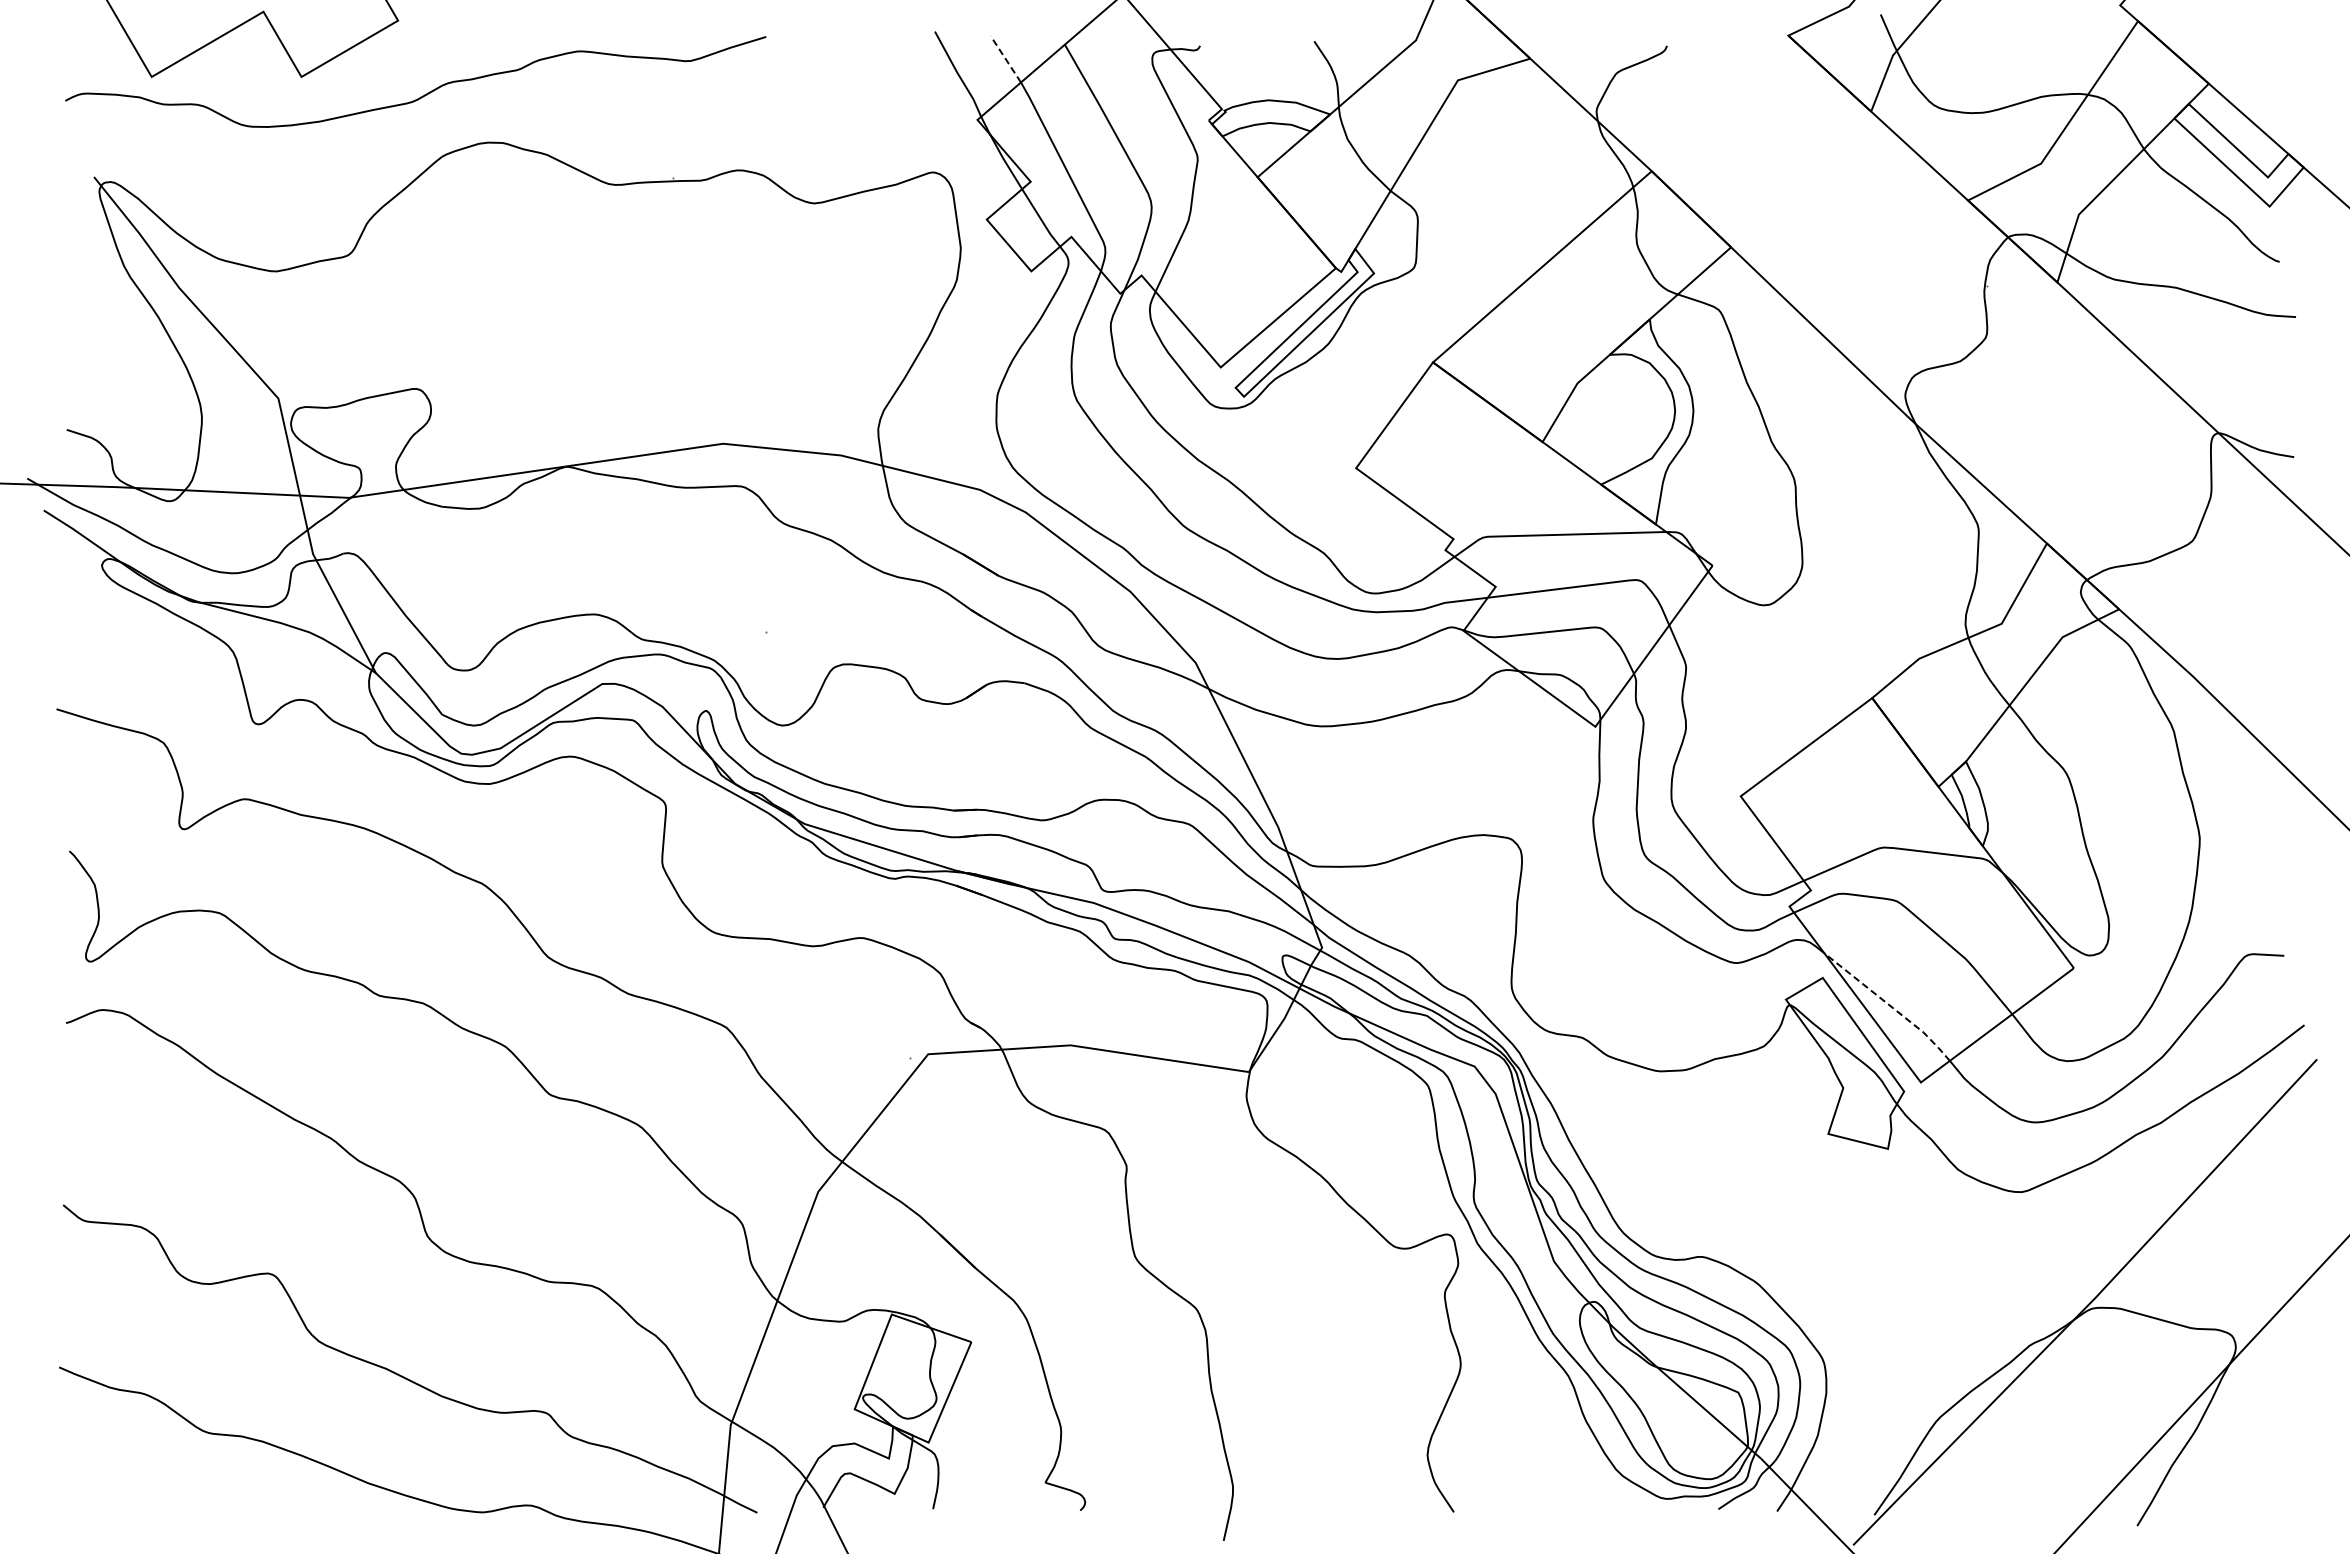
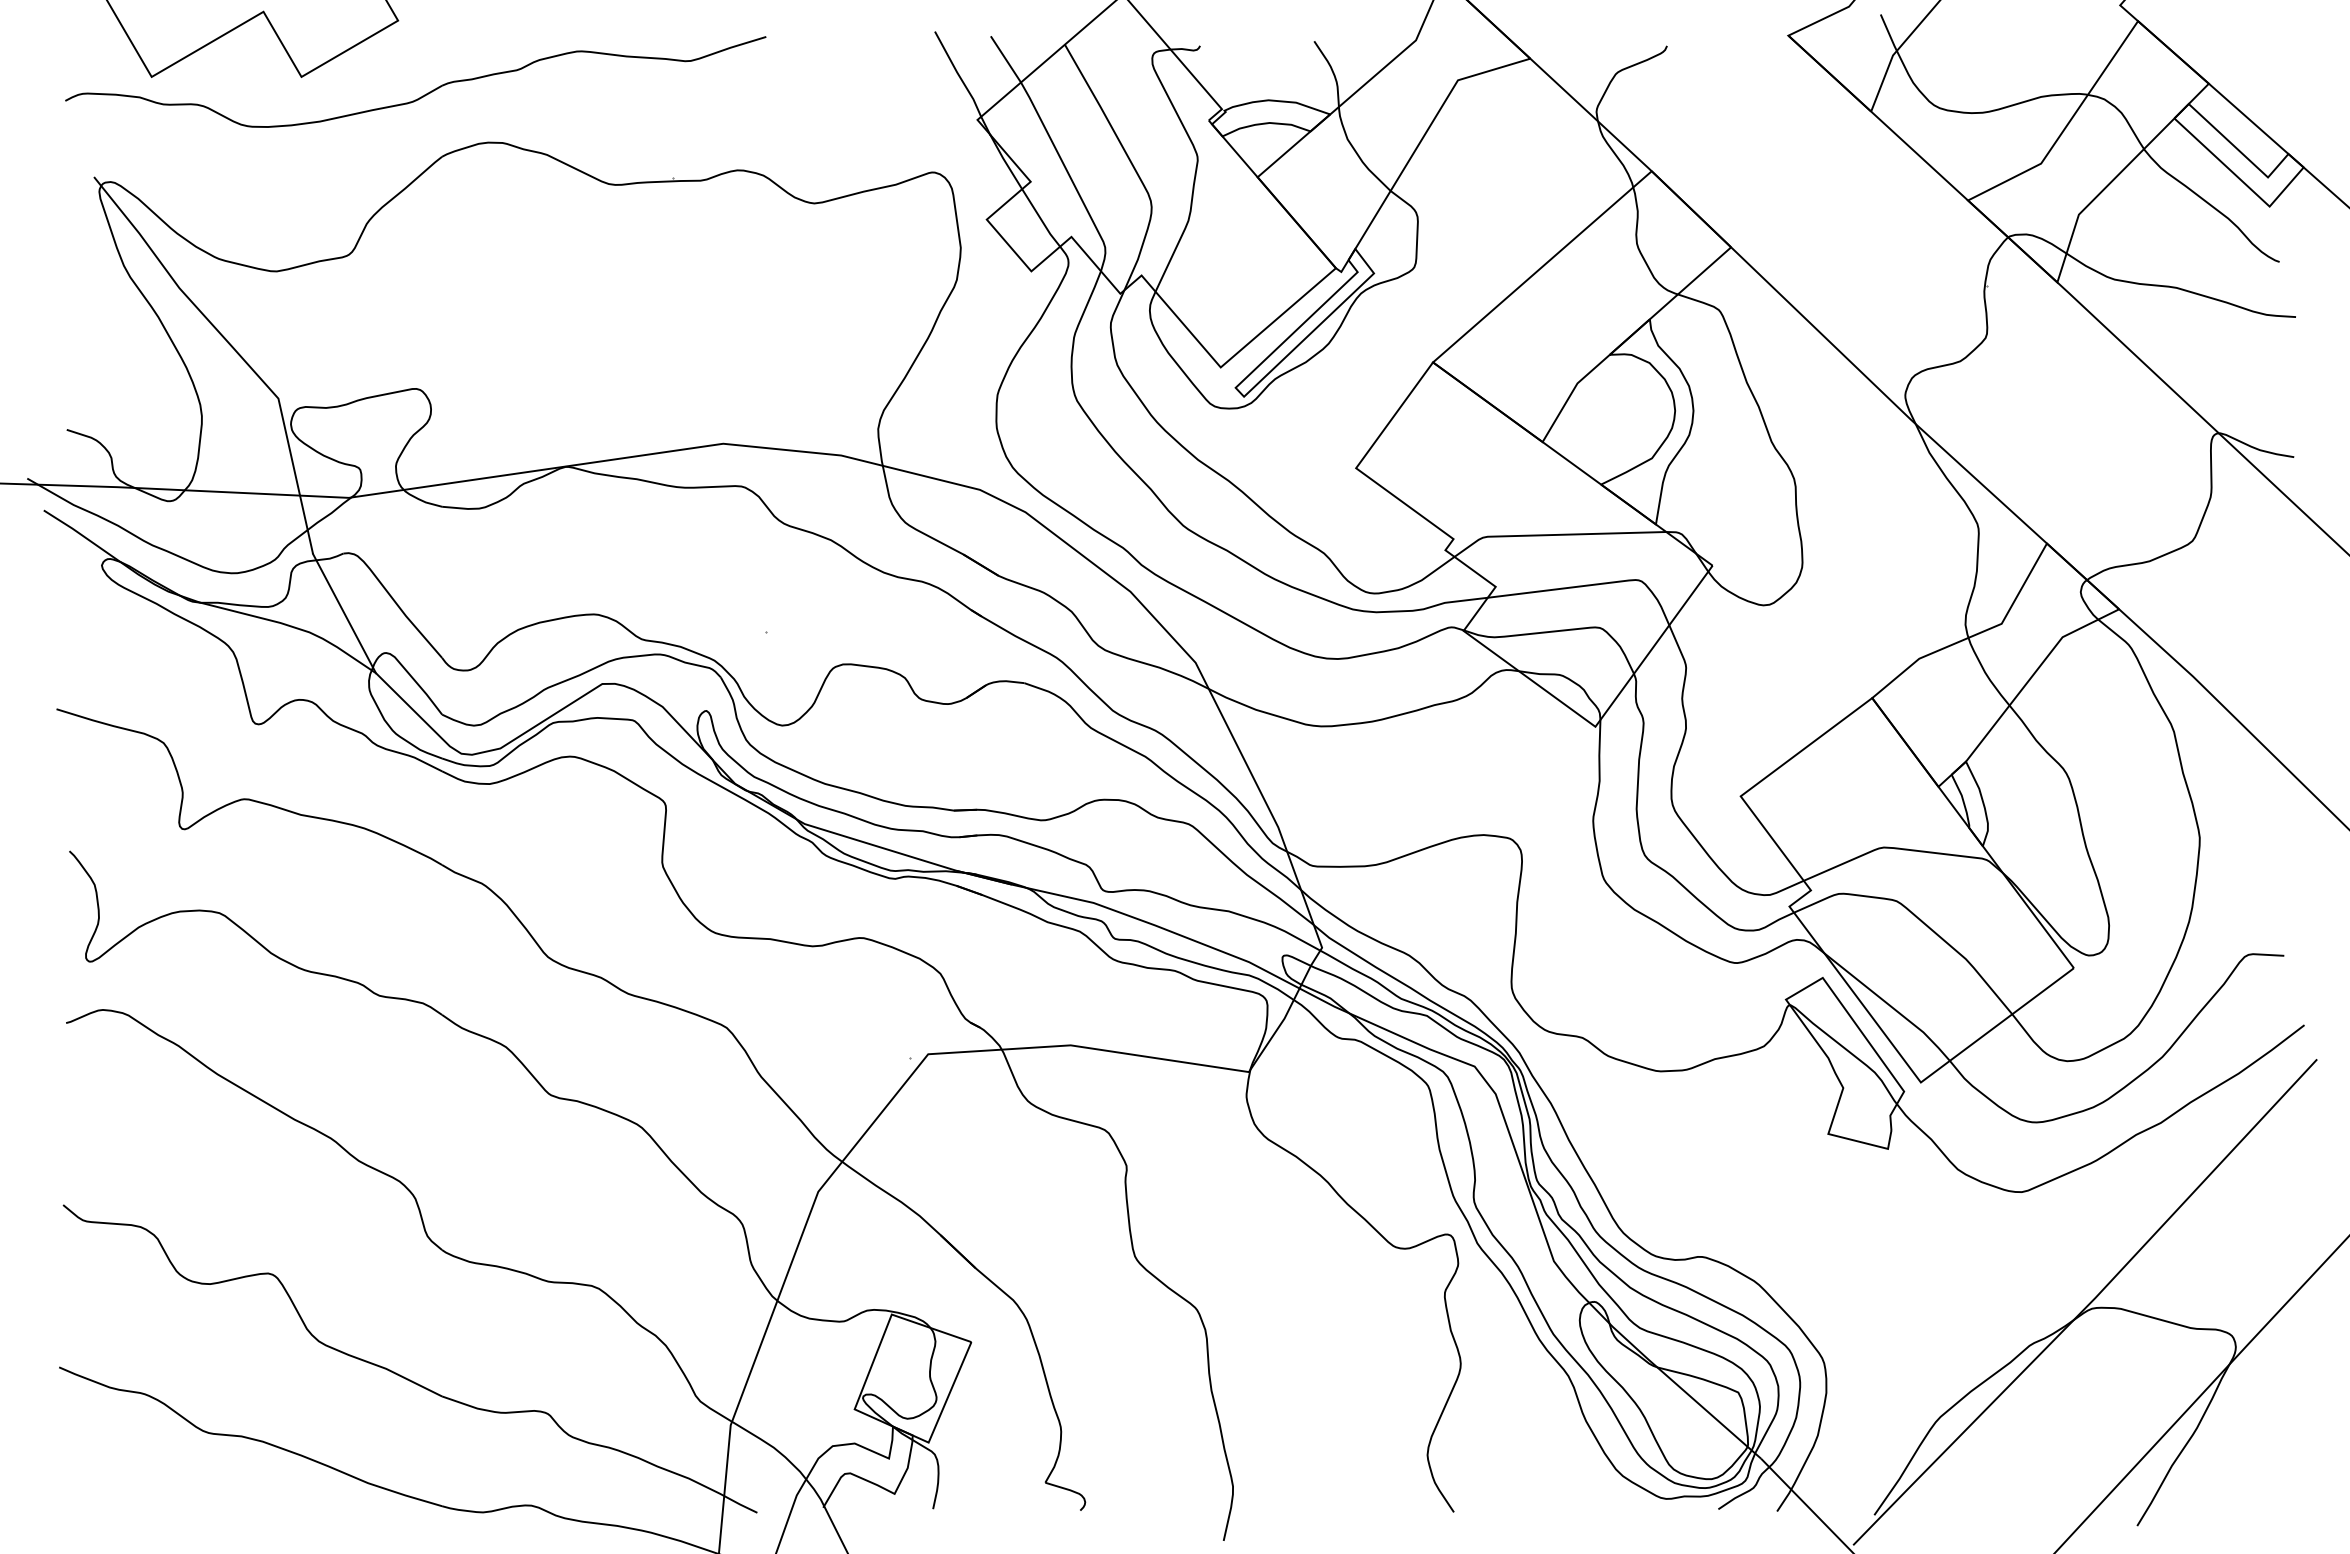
line at (1005, 59): dashed -> solid
line at (1889, 1005): dashed -> solid
